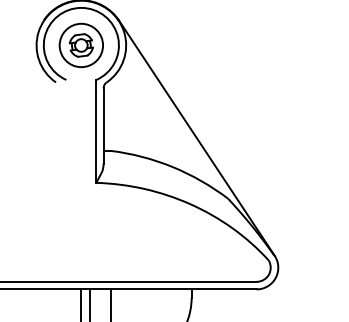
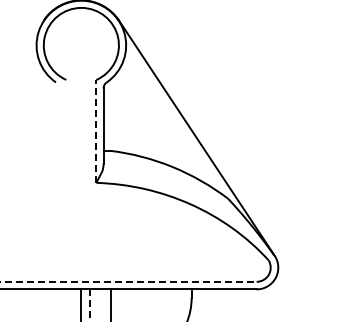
part at (80, 45): present -> none
line at (96, 130): solid -> dashed
line at (128, 281): solid -> dashed
line at (89, 305): solid -> dashed
